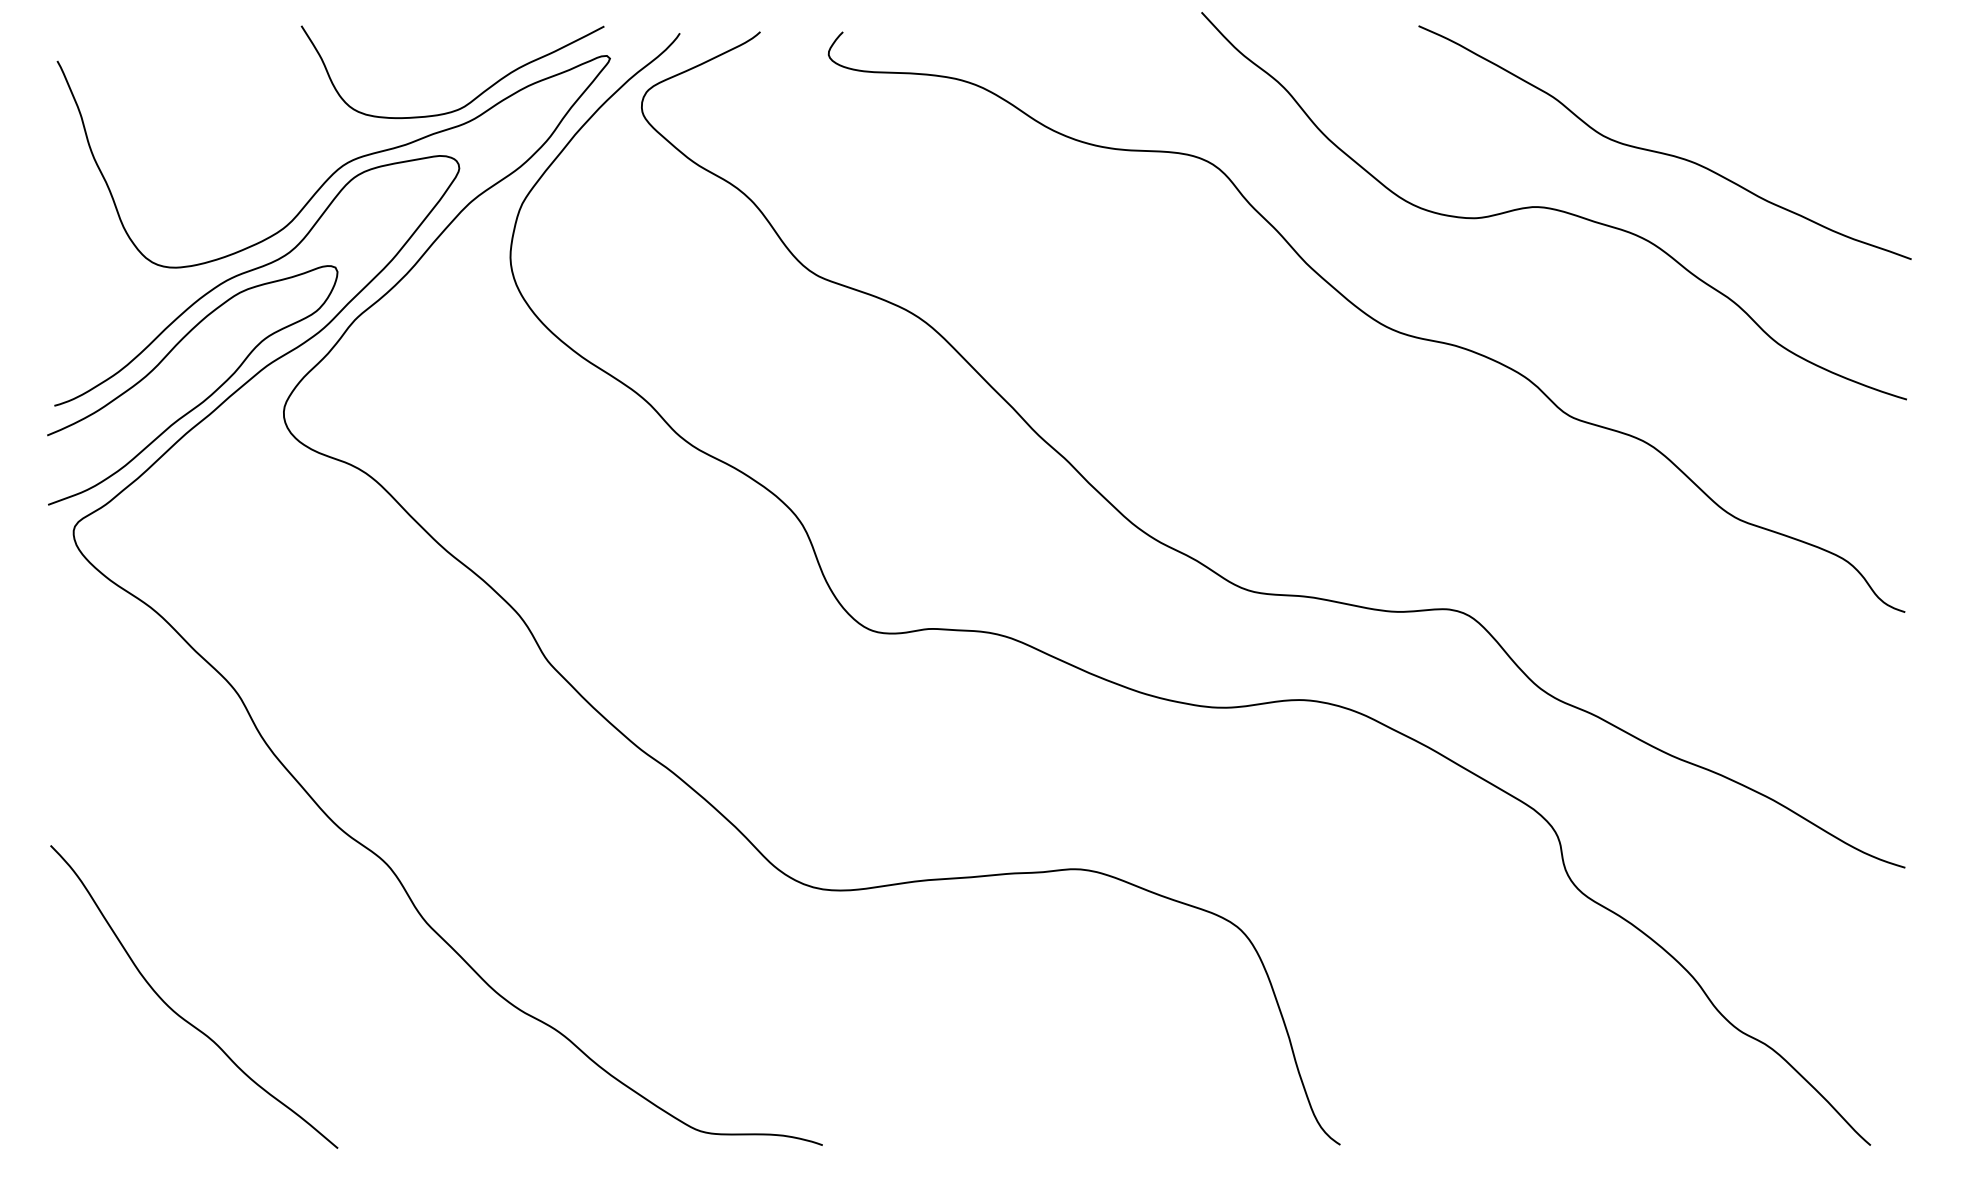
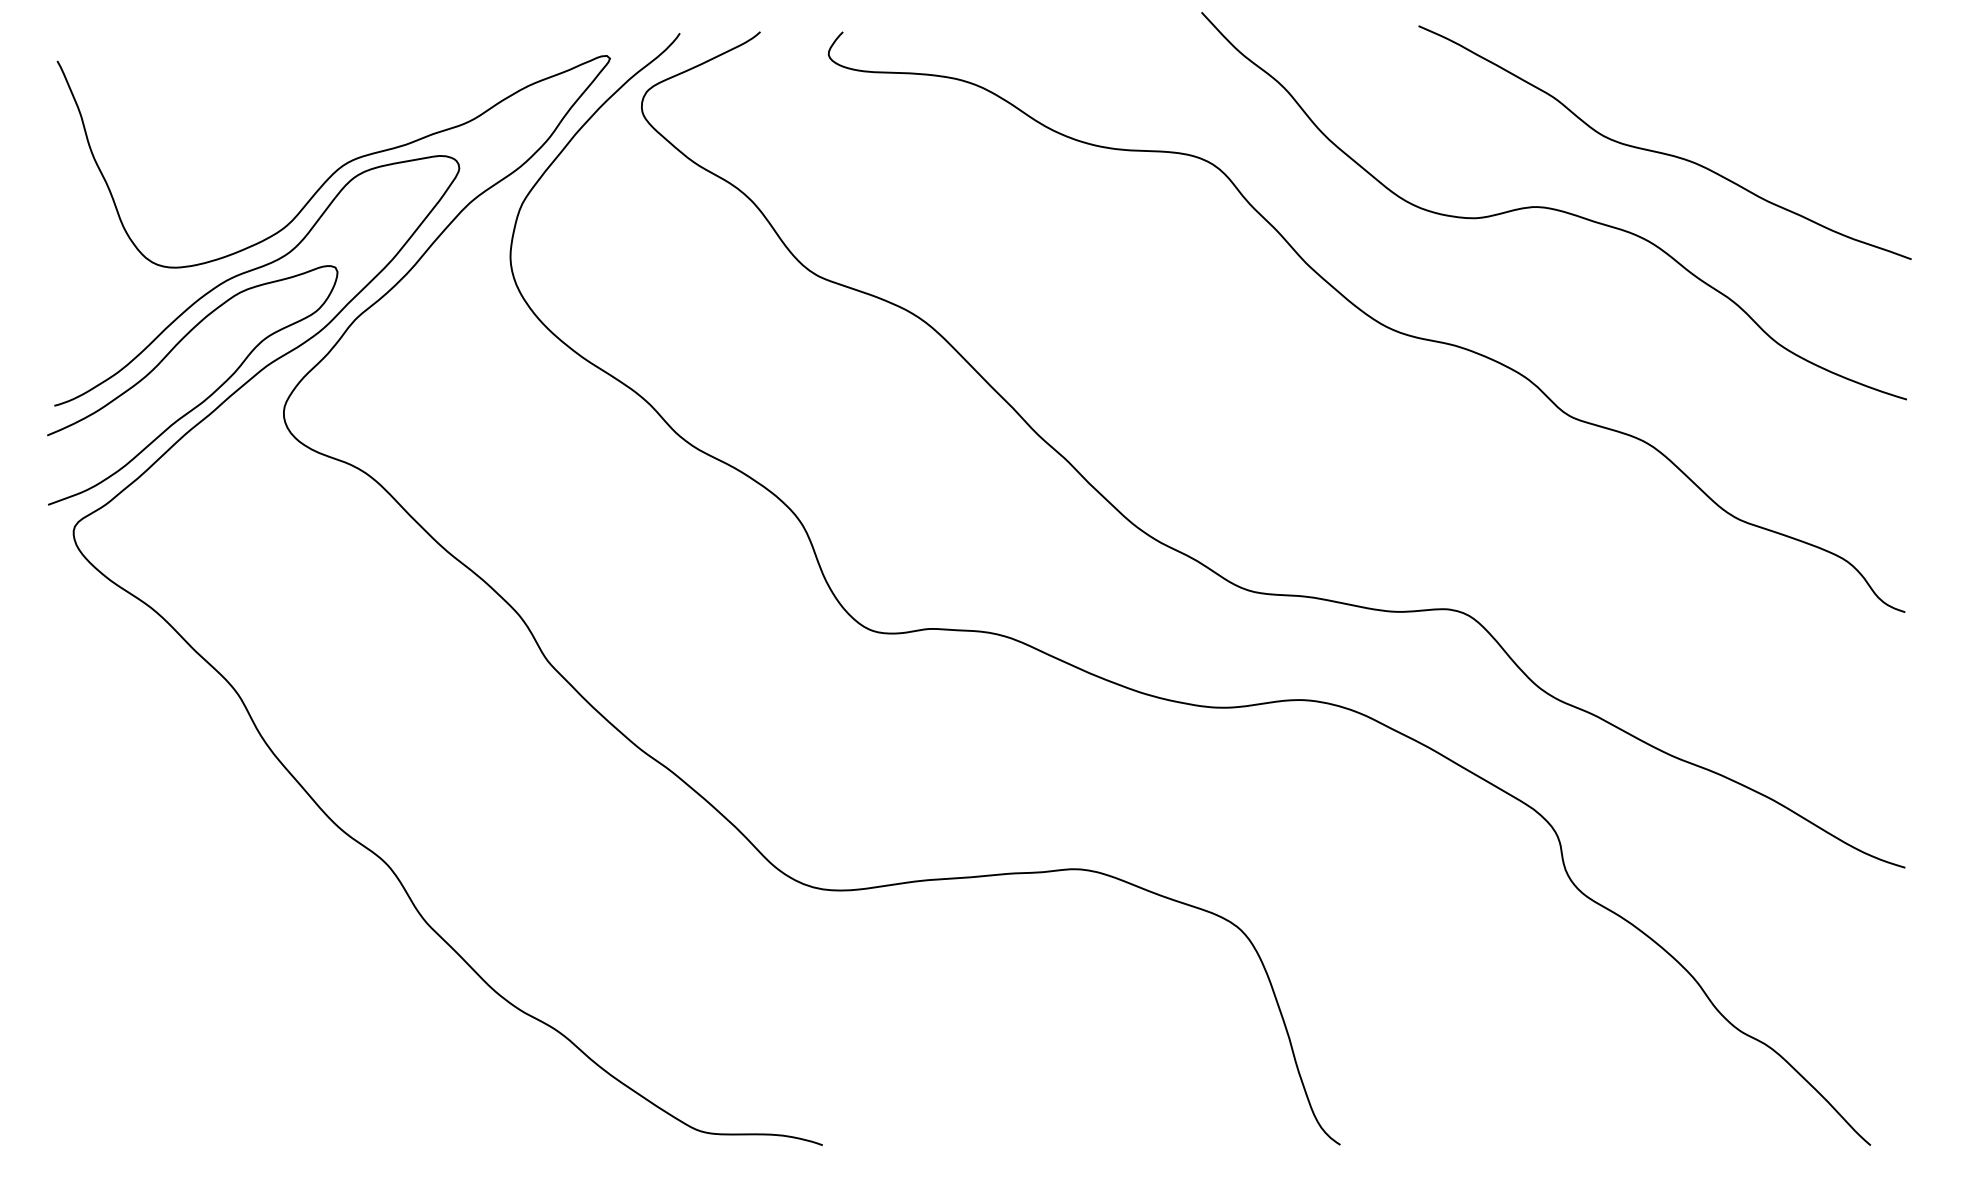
curve at (472, 99): present -> none
curve at (179, 1014): present -> none
